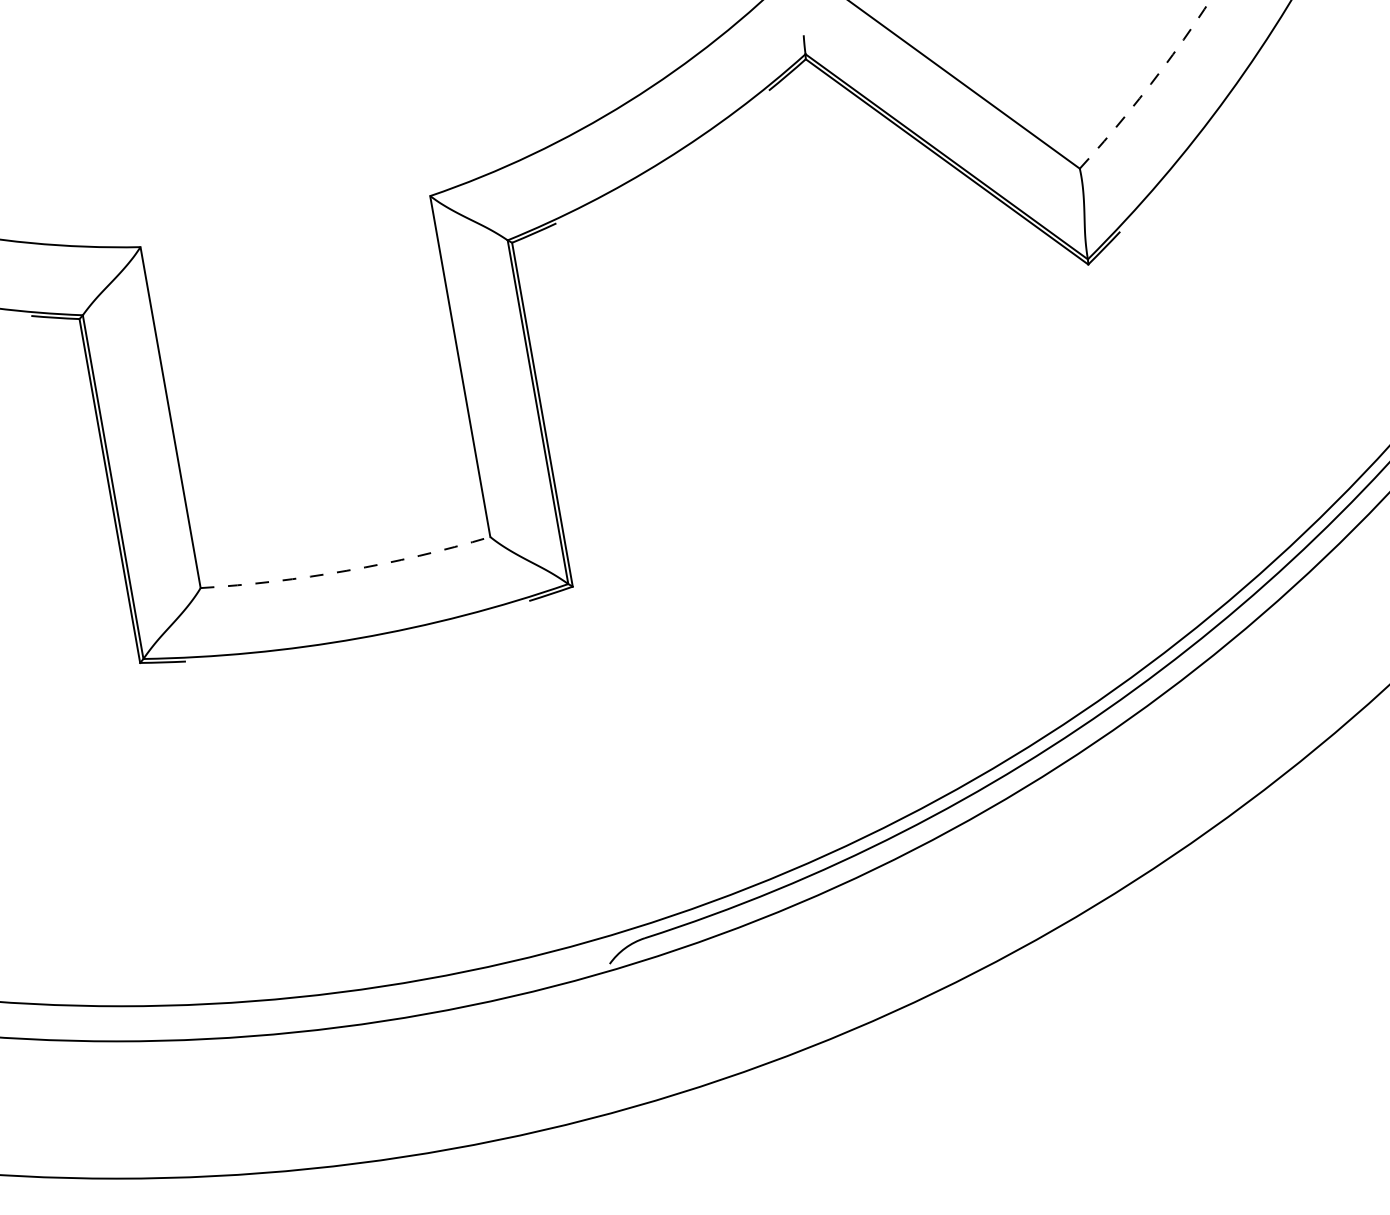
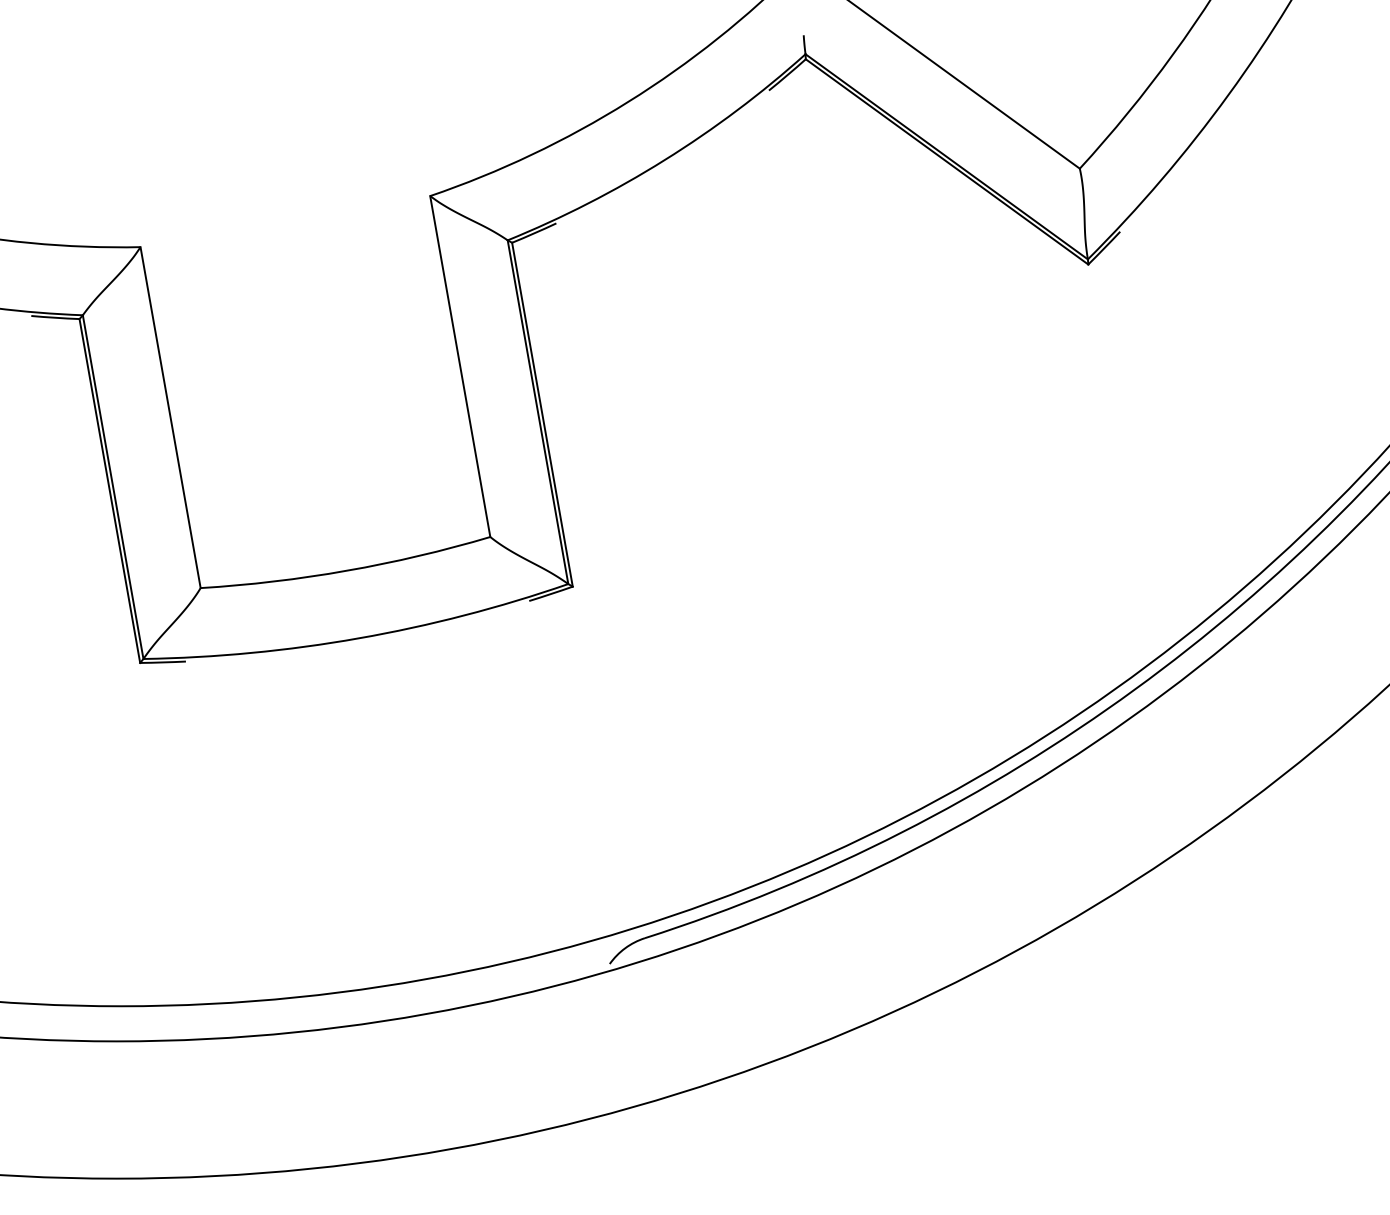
arc at (1149, 86): dashed -> solid
arc at (346, 570): dashed -> solid
